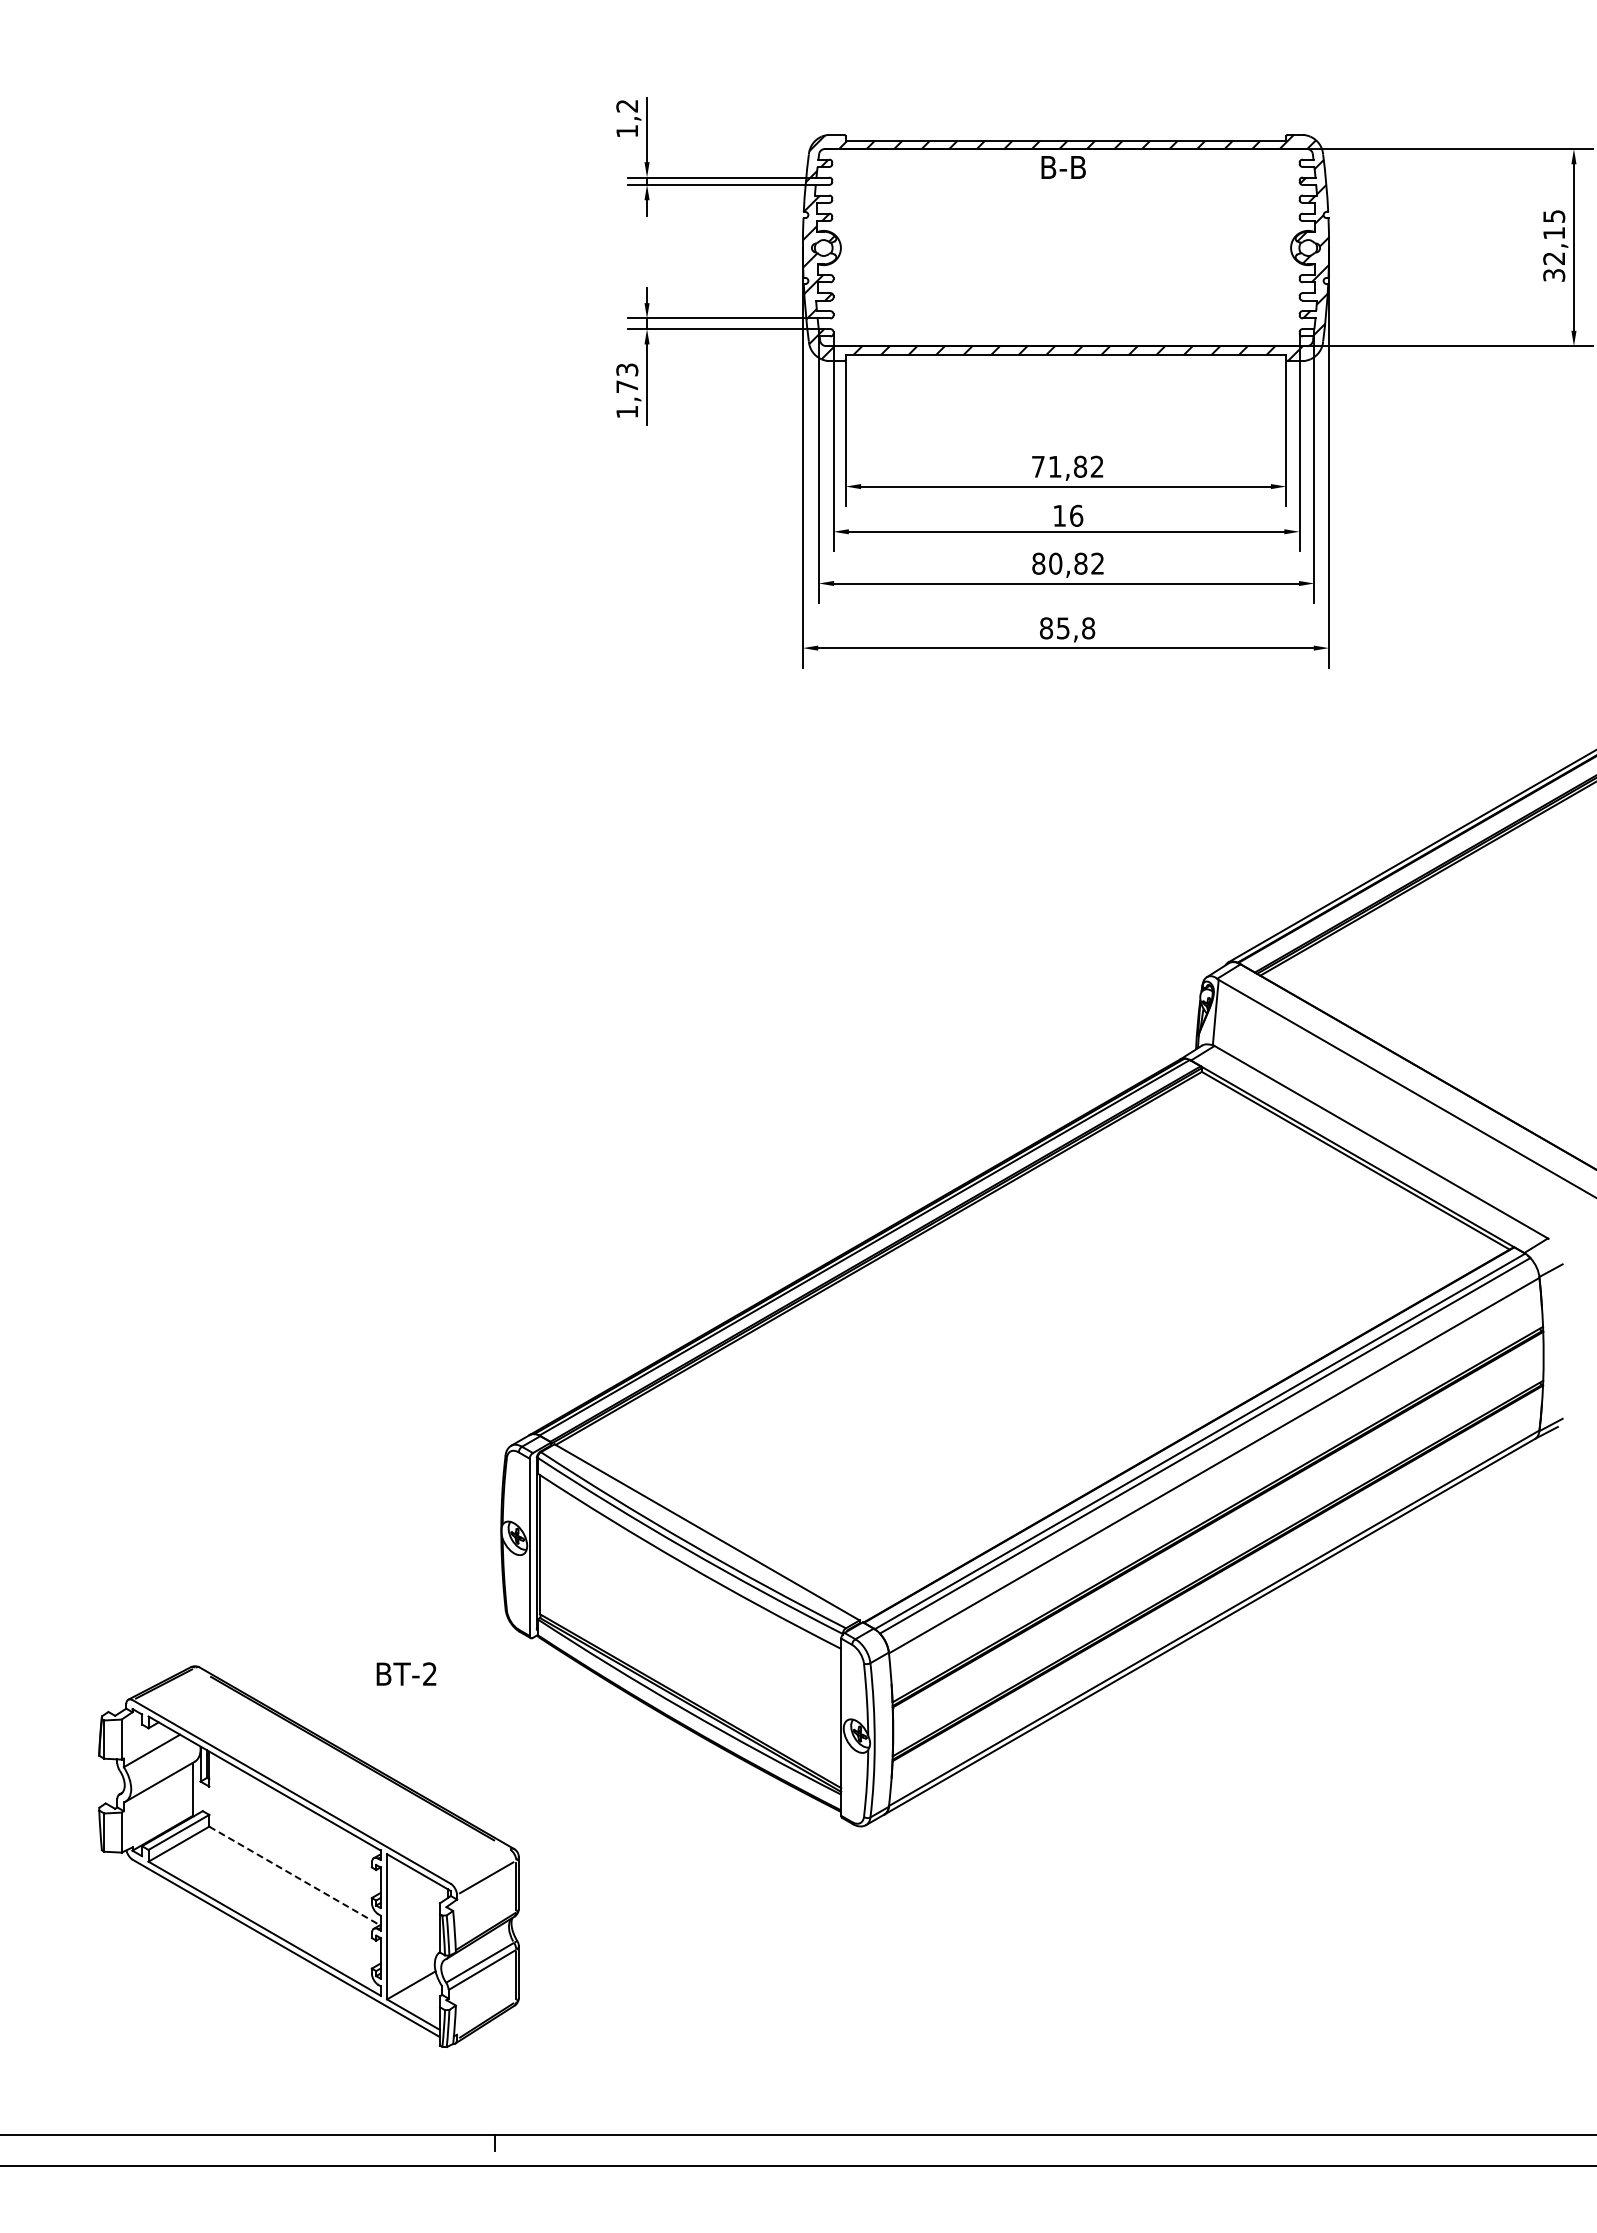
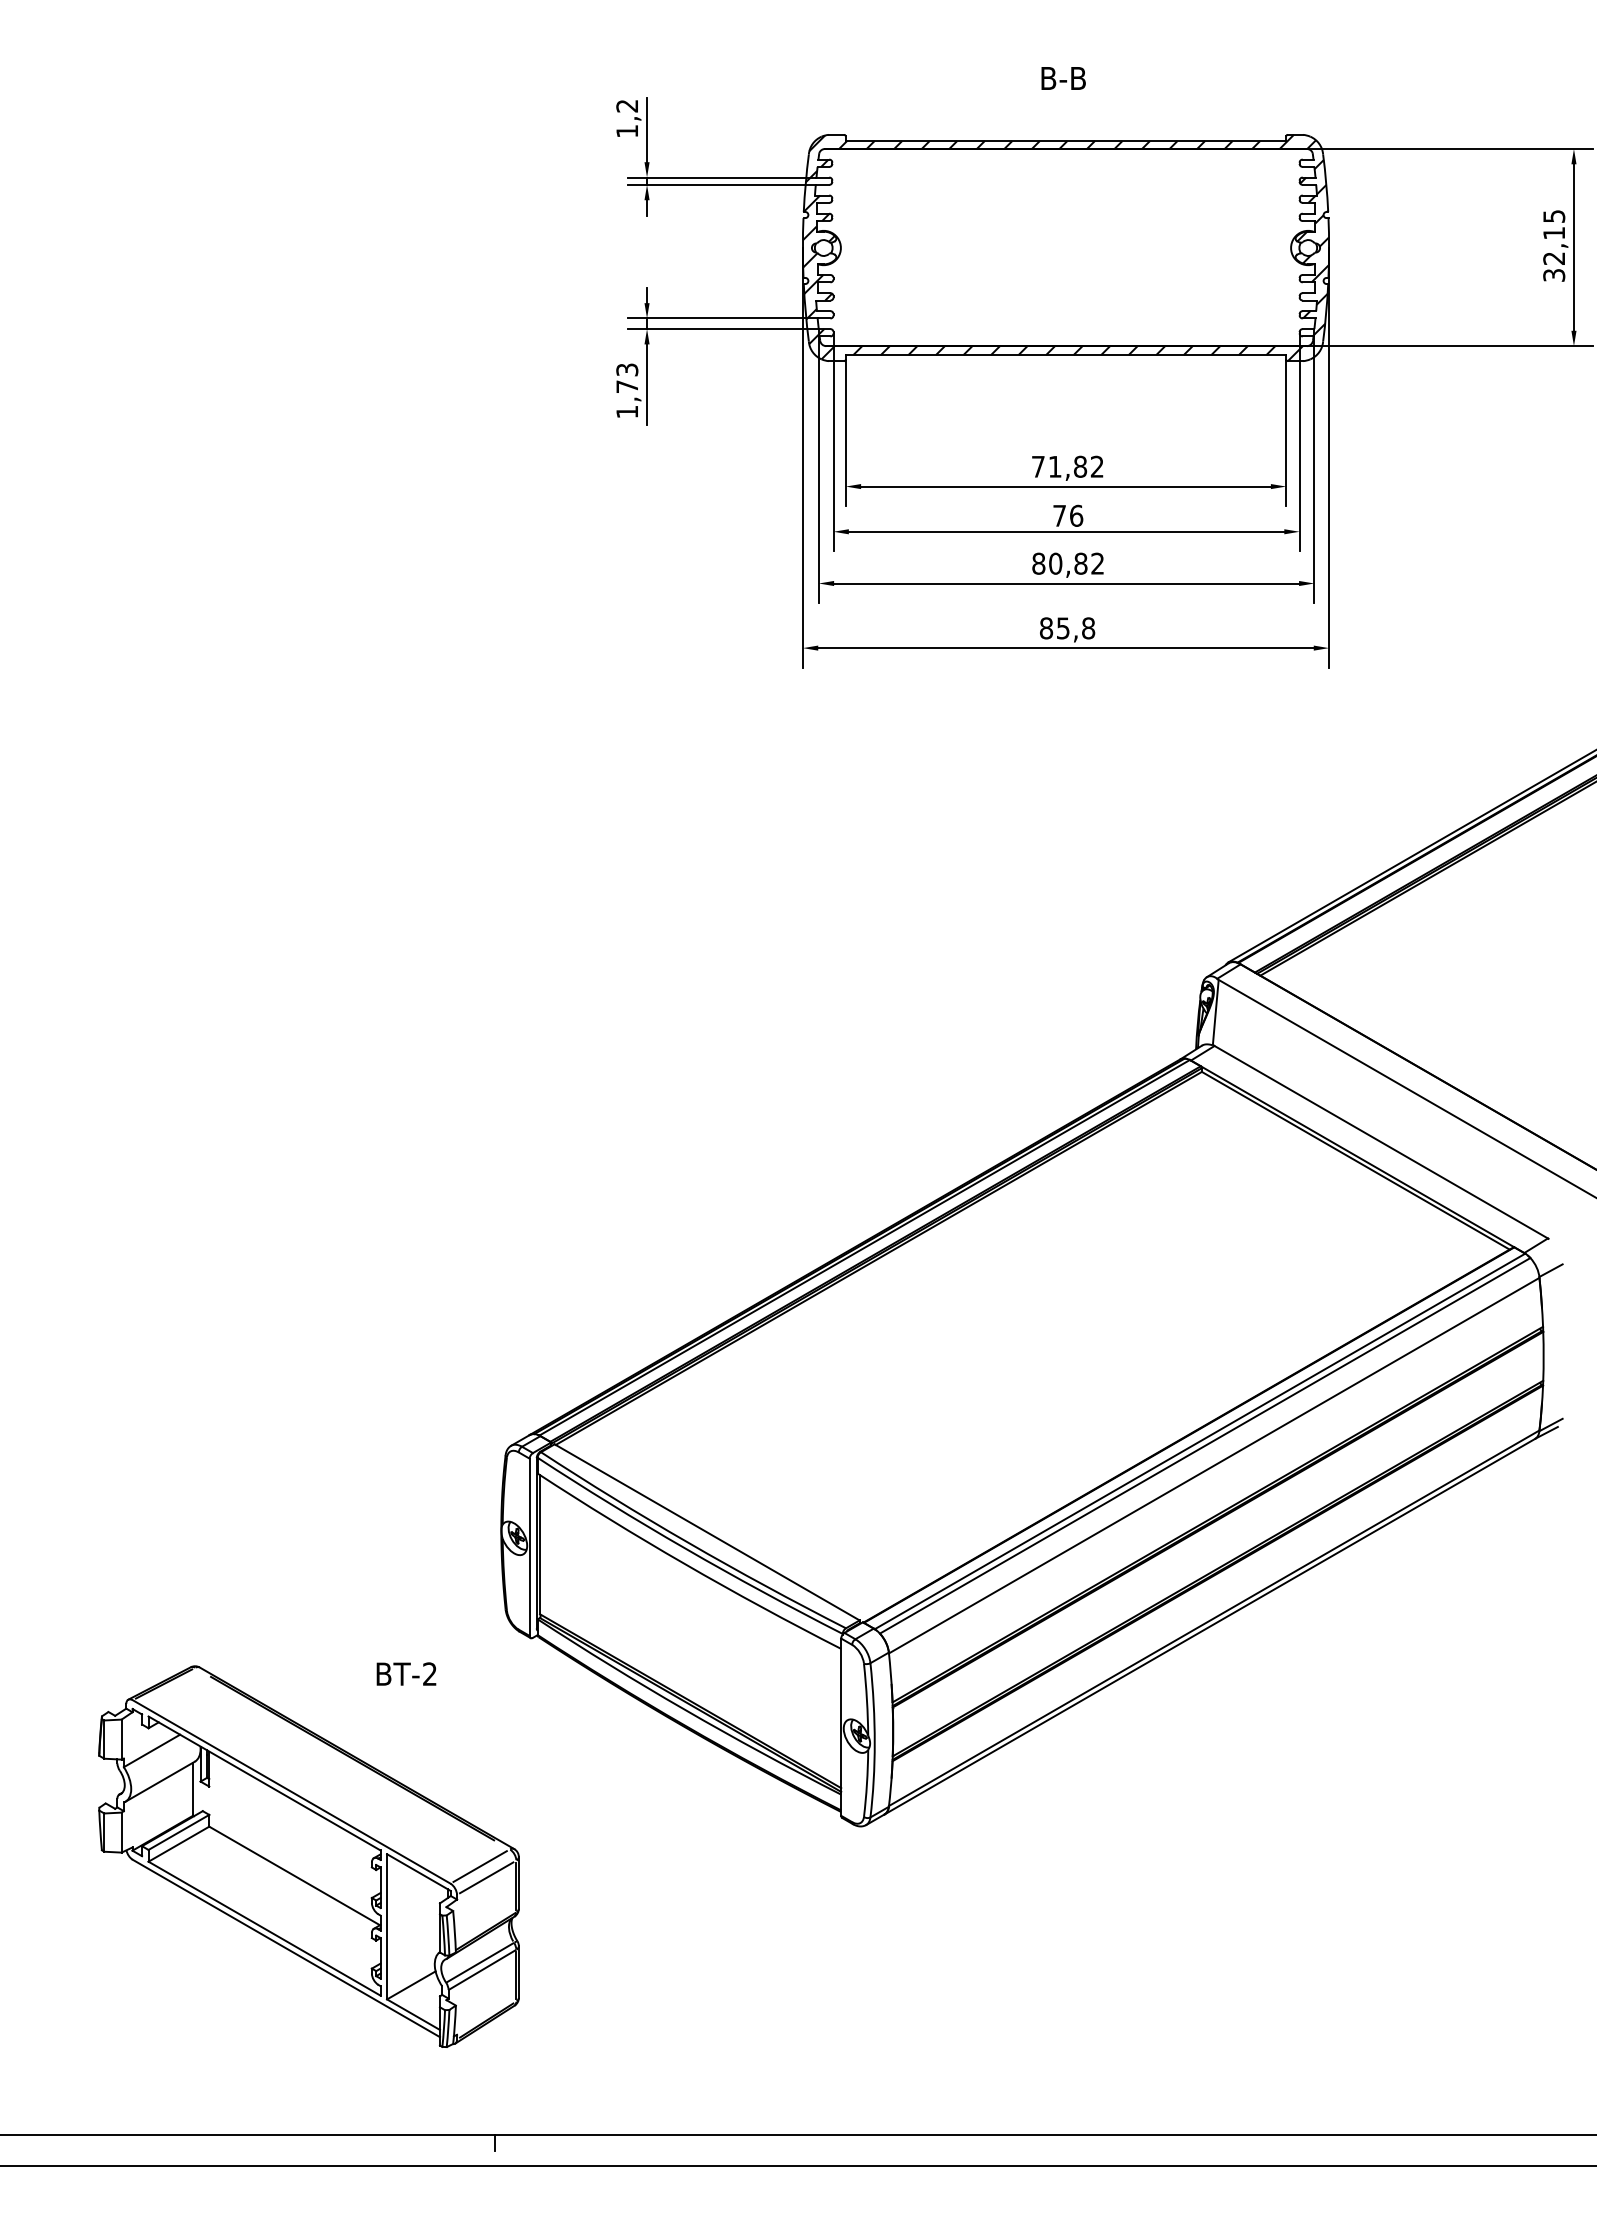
text at (1063, 167) position: (1063, 167) -> (1063, 78)
text at (1059, 515): 16 -> 76
line at (479, 1866): none -> present
line at (294, 1875): dashed -> solid
